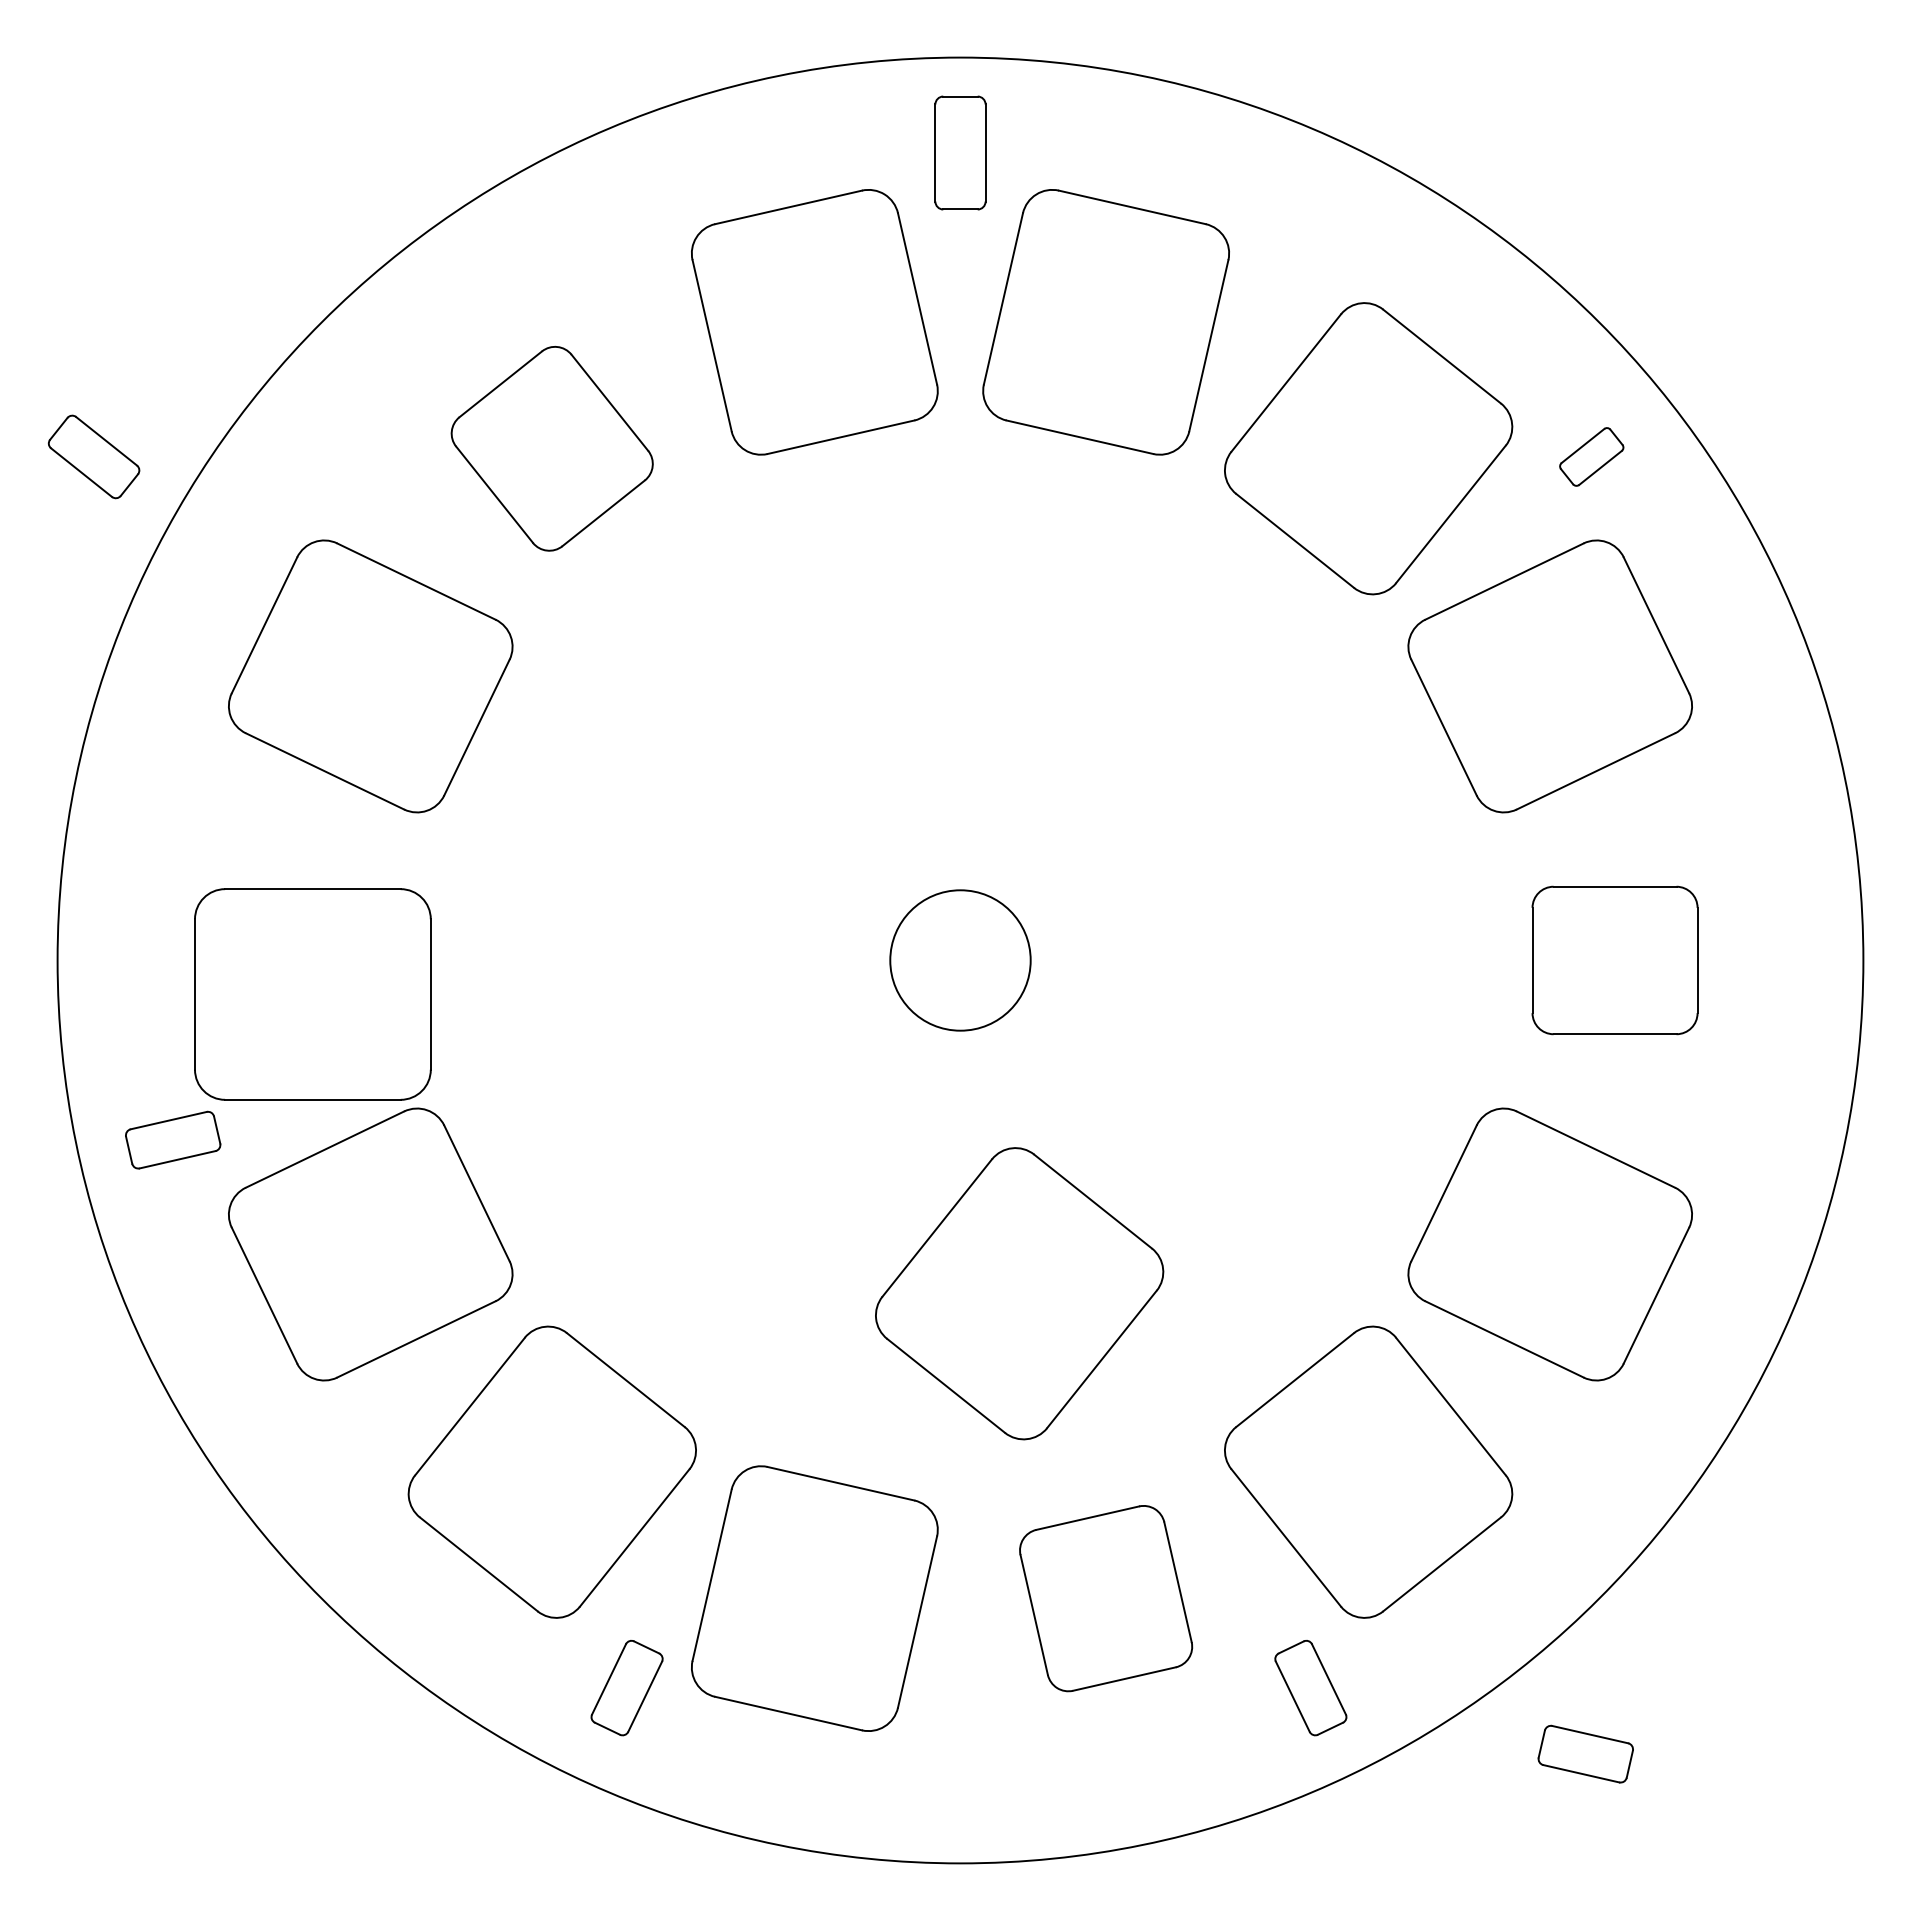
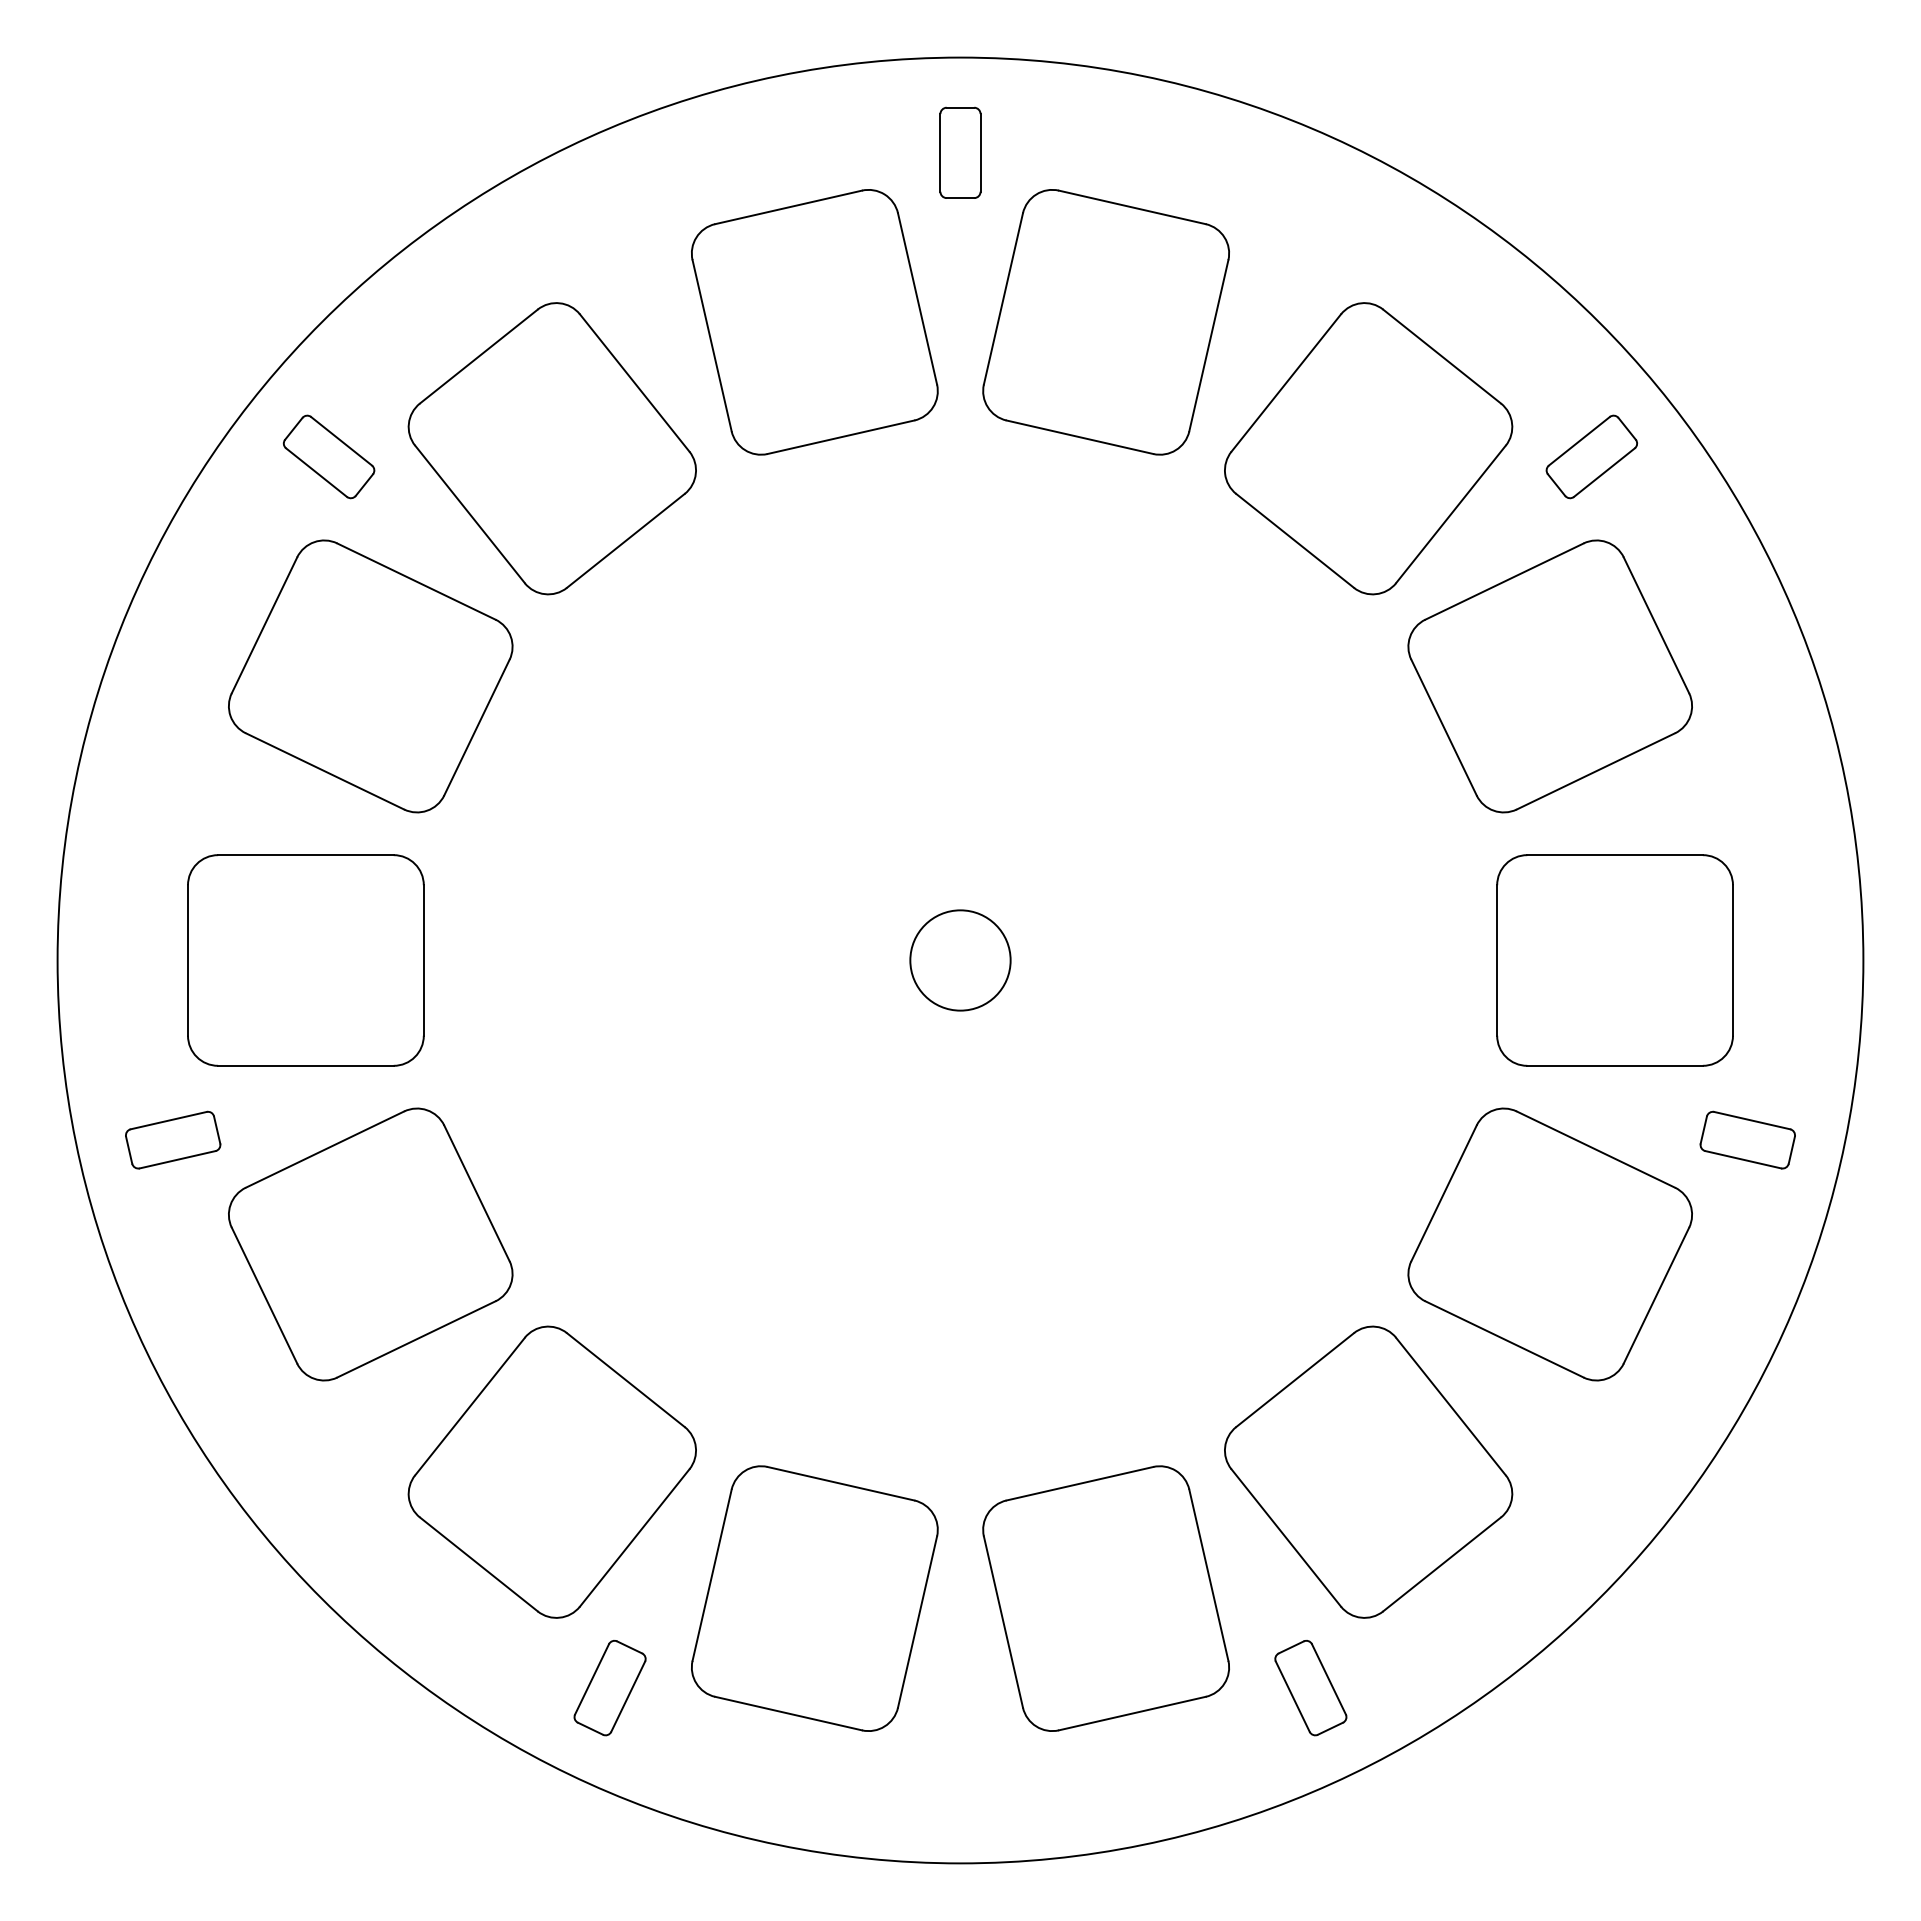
part at (960, 152) size: 53x116 px -> 43x93 px
part at (551, 448) size: 204x206 px -> 290x294 px
part at (93, 456) position: (93, 456) -> (328, 456)
part at (1591, 456) size: 66x60 px -> 93x86 px
circle at (960, 960) diameter: 140 px -> 100 px
part at (1614, 960) size: 168x151 px -> 238x213 px
part at (312, 994) position: (312, 994) -> (305, 960)
part at (1019, 1293): present -> none
part at (1106, 1598) size: 175x188 px -> 248x267 px
part at (626, 1688) position: (626, 1688) -> (609, 1688)
part at (1585, 1753) position: (1585, 1753) -> (1747, 1139)
